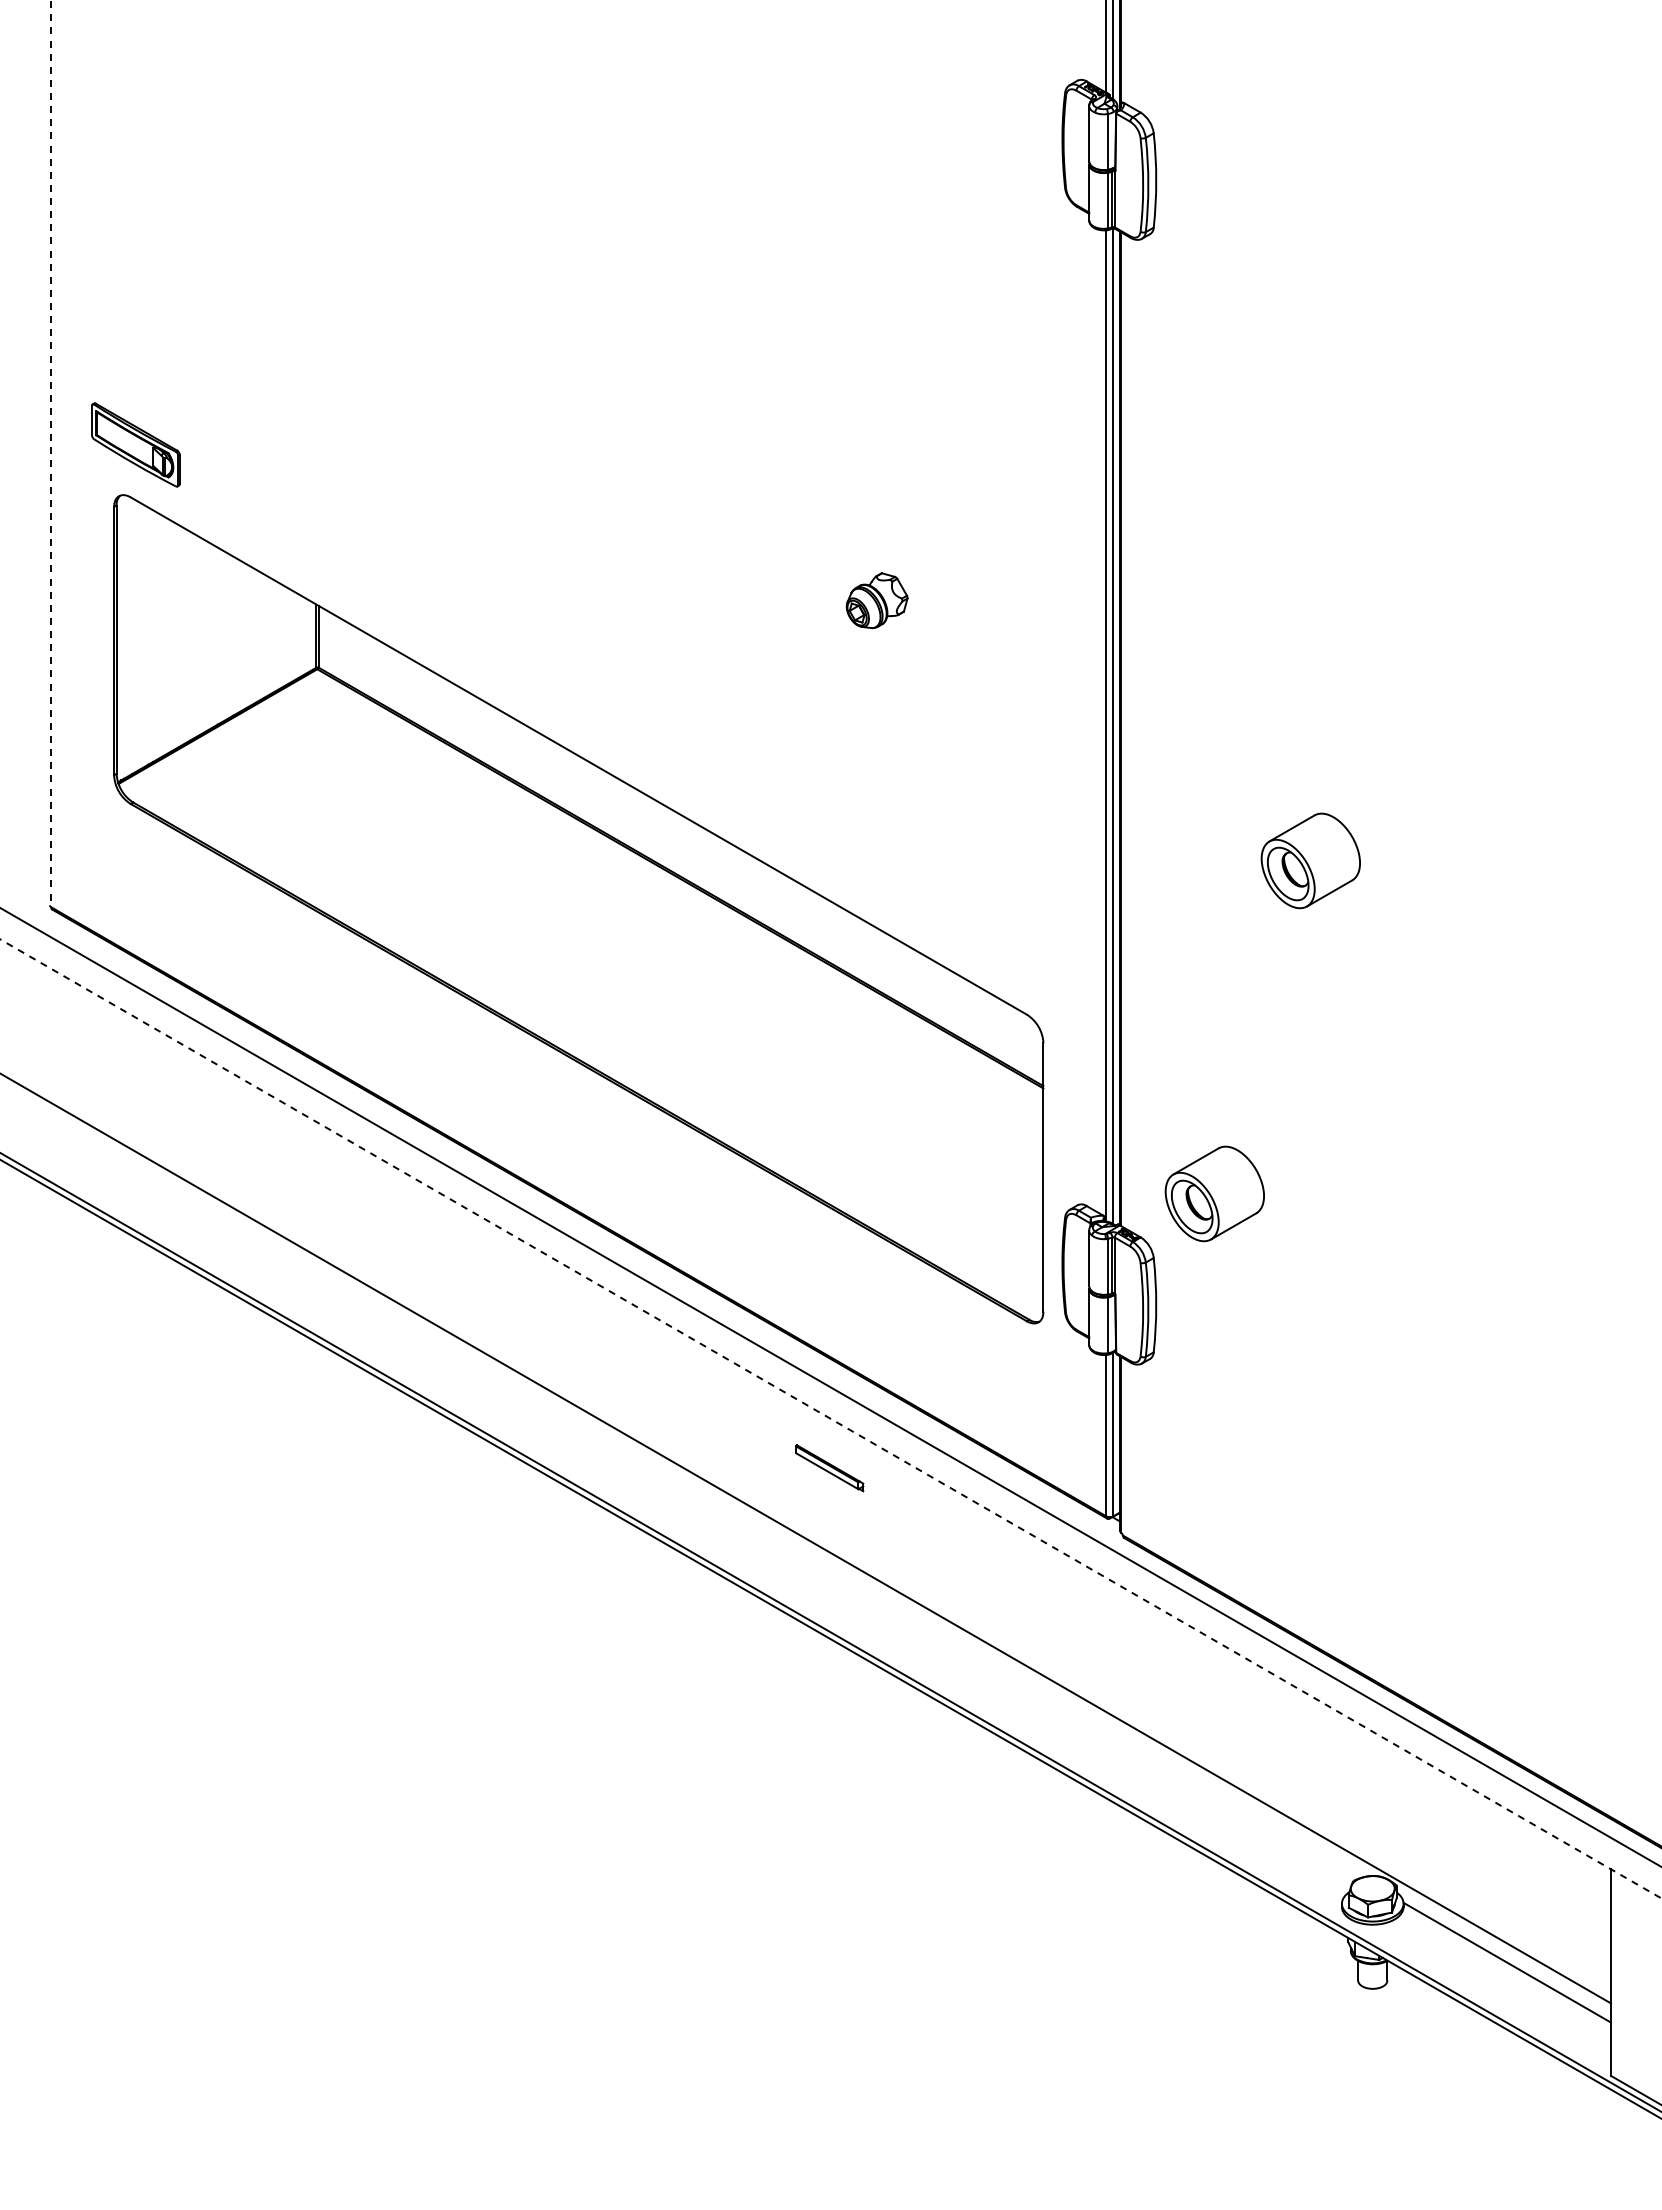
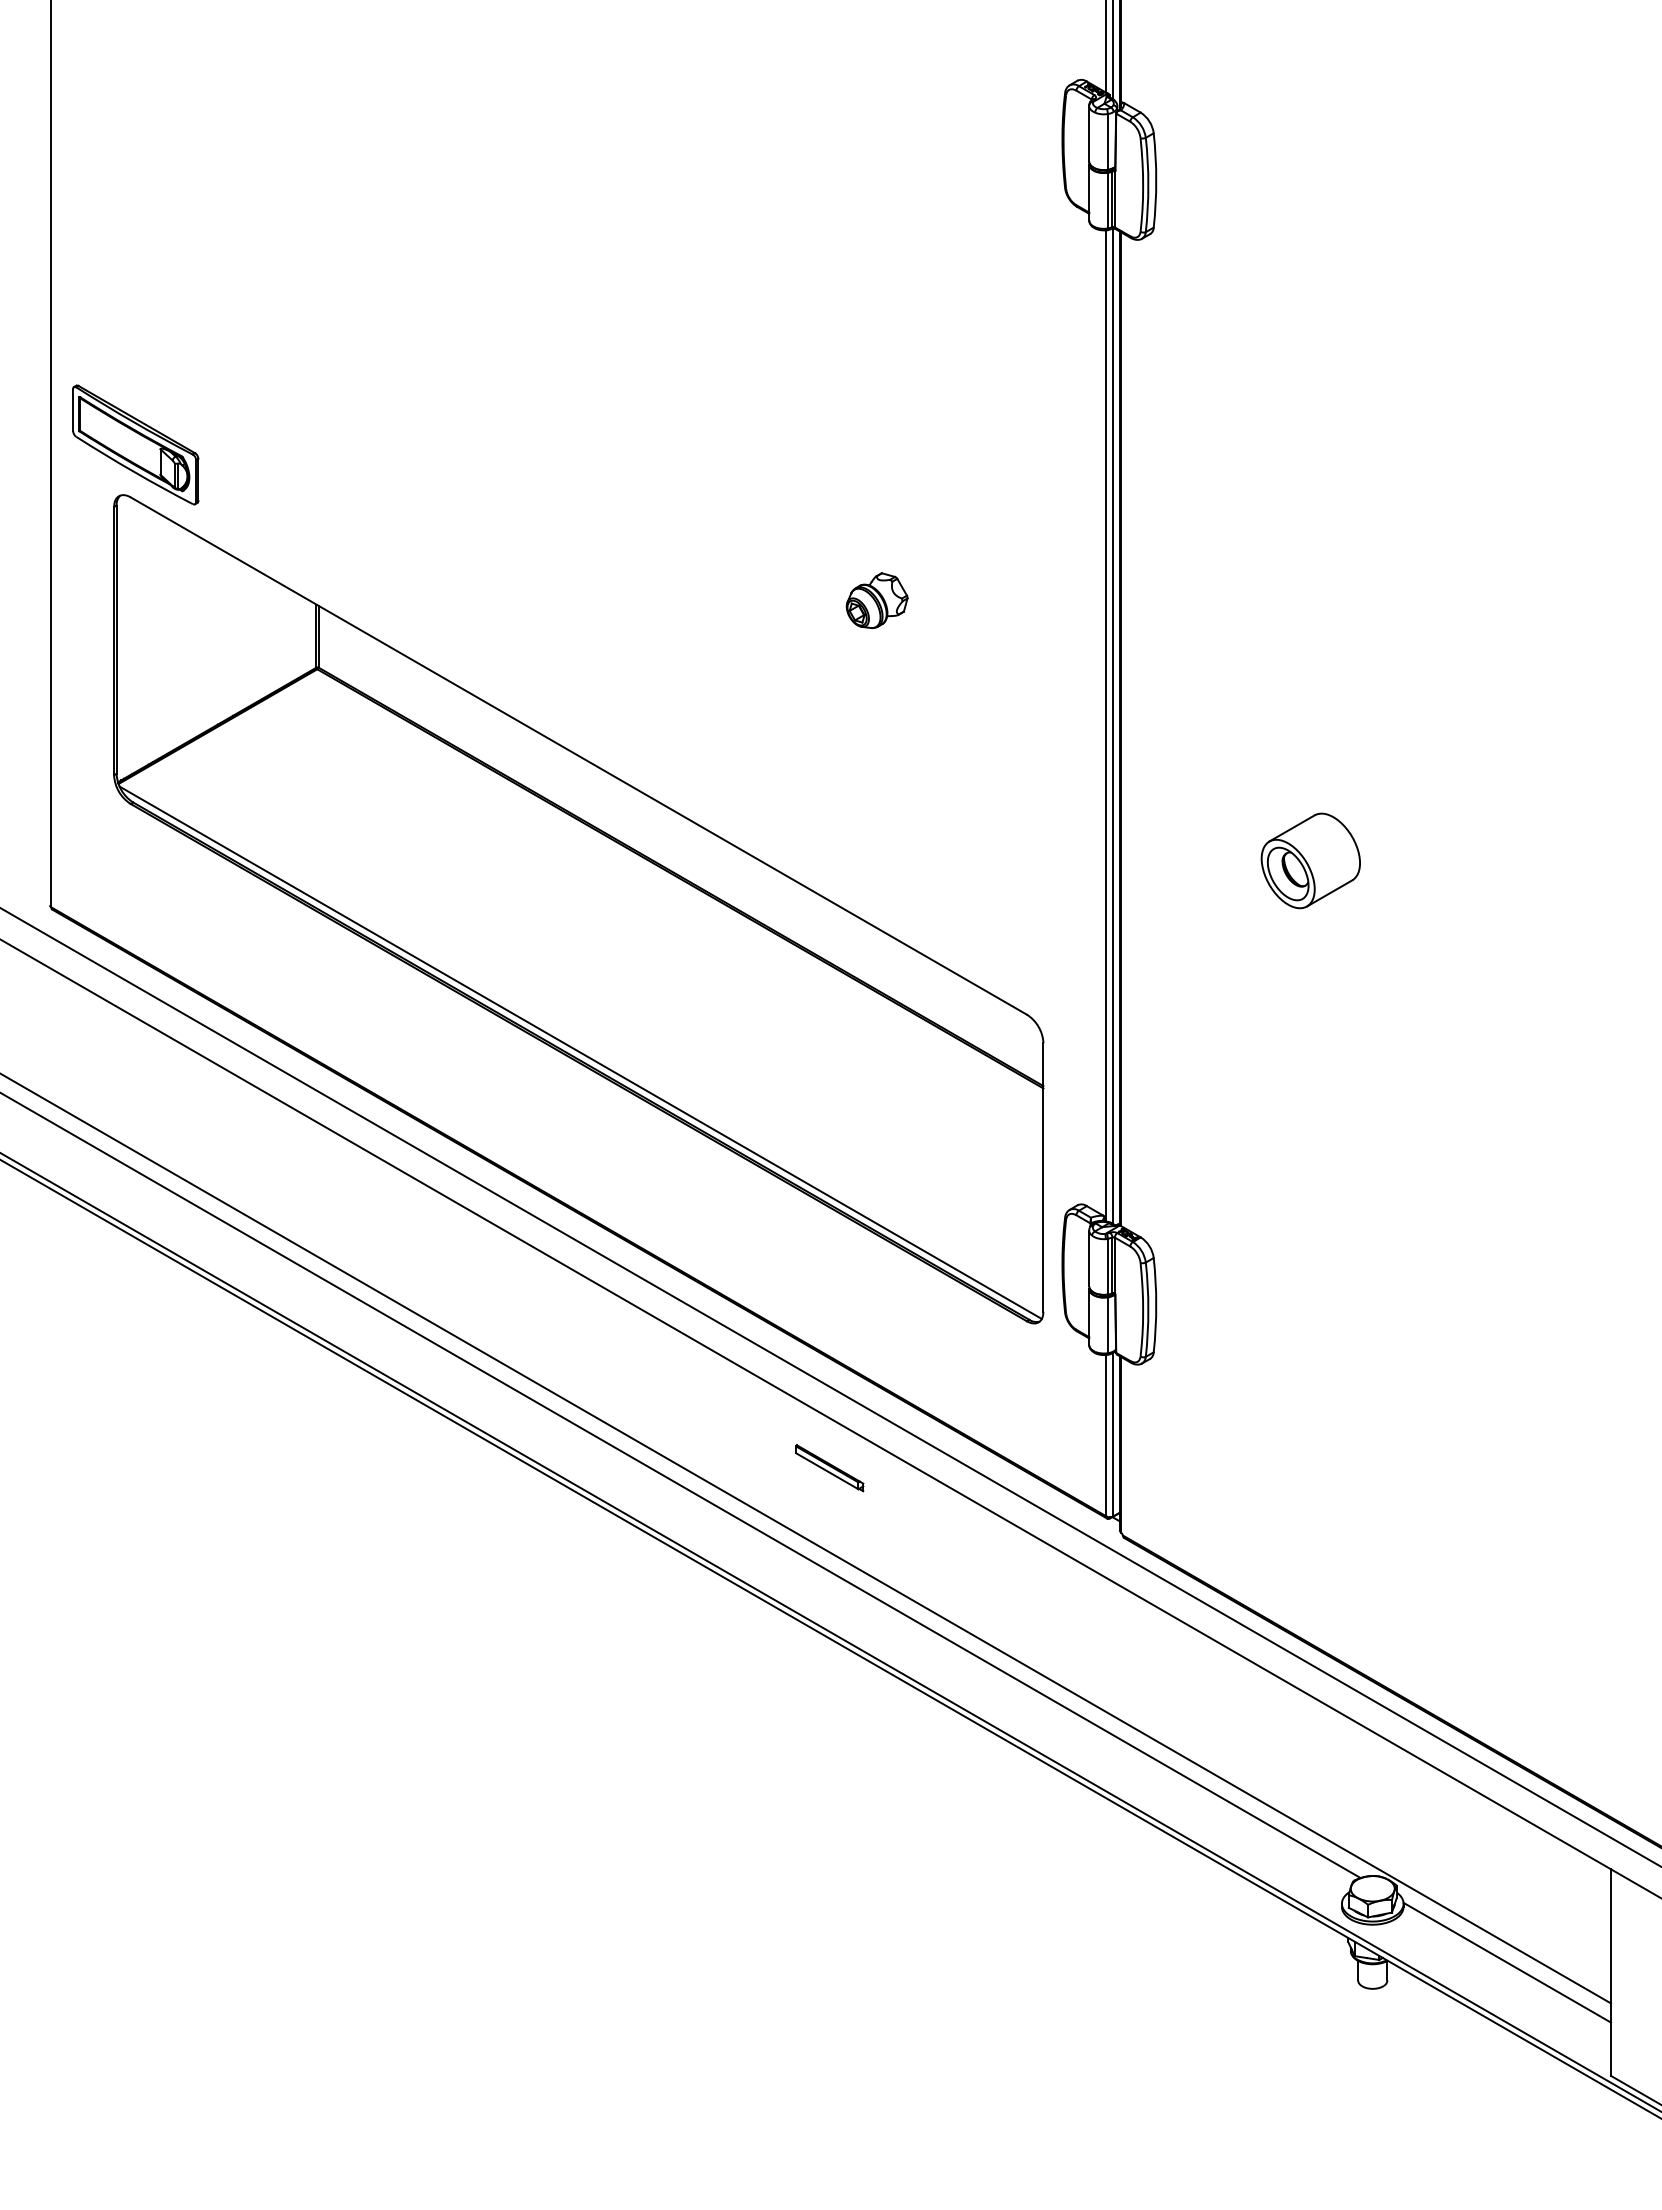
part at (135, 444) size: 90x86 px -> 128x122 px
line at (51, 454): dashed -> solid
line at (580, 1052): none -> present
part at (1214, 1193): present -> none
line at (830, 1418): dashed -> solid
line at (681, 1485): none -> present
